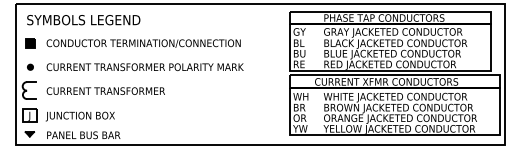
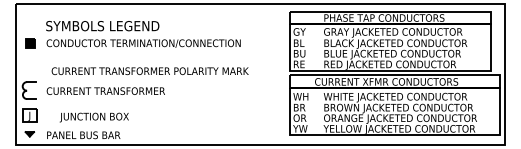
text at (83, 20) position: (83, 20) -> (102, 26)
part at (30, 66): present -> none
text at (144, 67) position: (144, 67) -> (149, 71)
text at (79, 116) position: (79, 116) -> (93, 117)
